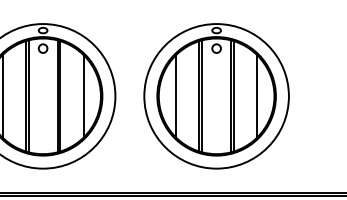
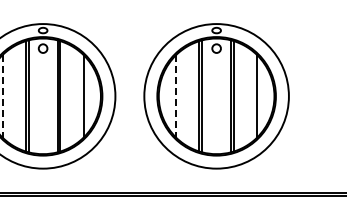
line at (2, 96): solid -> dashed
line at (176, 96): solid -> dashed
